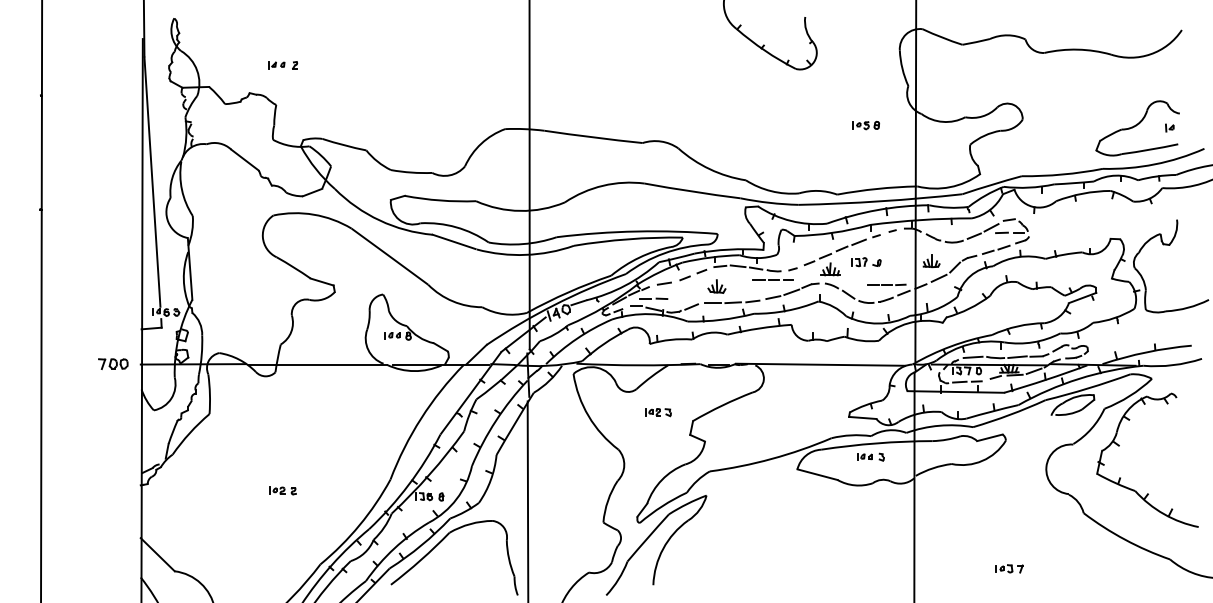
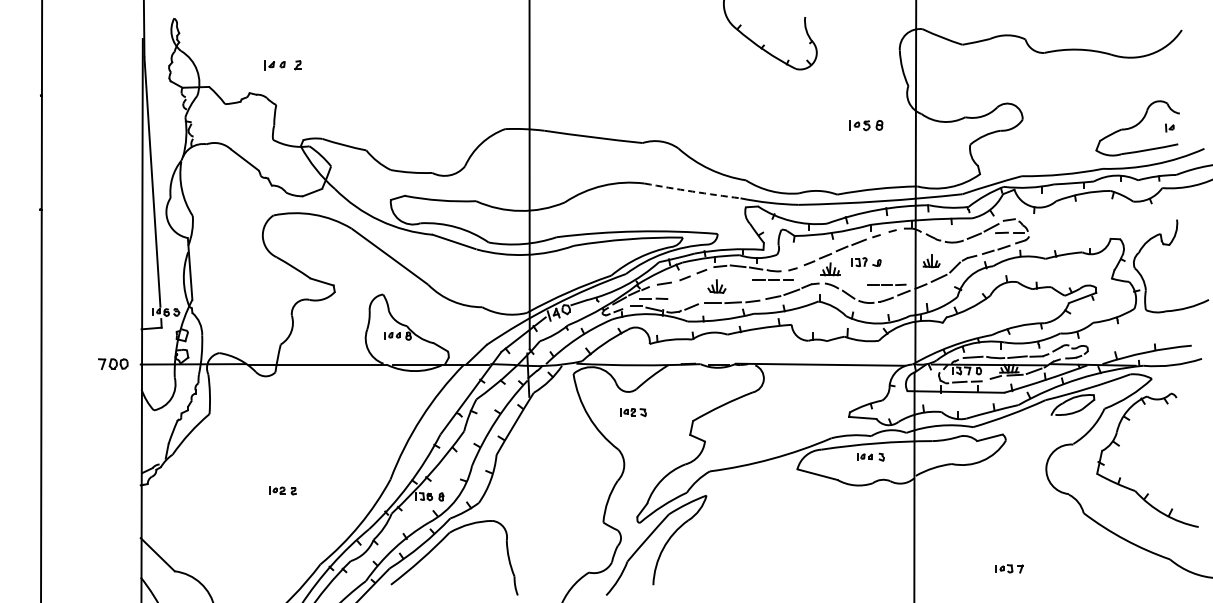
part at (283, 65) size: 31x9 px -> 38x11 px
part at (865, 125) size: 28x11 px -> 35x12 px
arc at (692, 191): solid -> dashed
part at (658, 412) position: (658, 412) -> (633, 412)
line at (527, 500): present -> none
